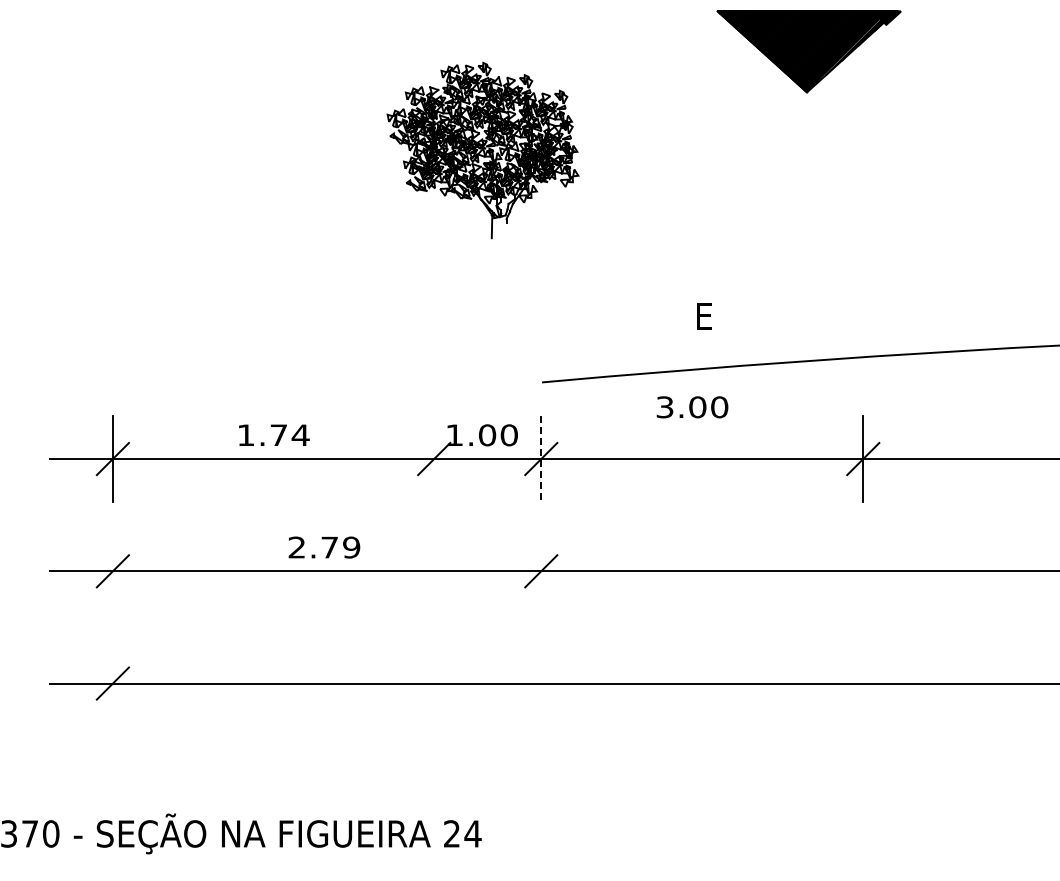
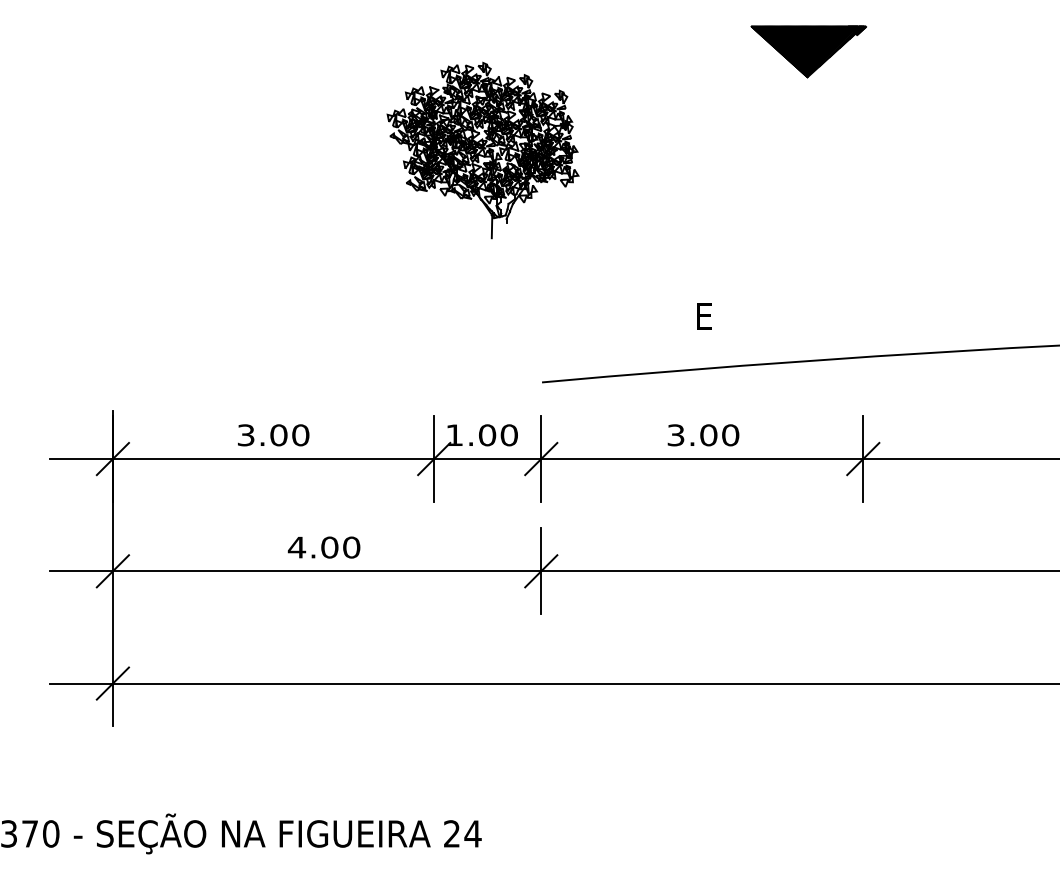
part at (808, 51) size: 186x84 px -> 117x54 px
text at (692, 407) position: (692, 407) -> (703, 435)
text at (273, 435): 1.74 -> 3.00
line at (434, 458): none -> present
line at (541, 459): dashed -> solid
text at (323, 547): 2.79 -> 4.00
line at (112, 568): none -> present
line at (541, 571): none -> present
